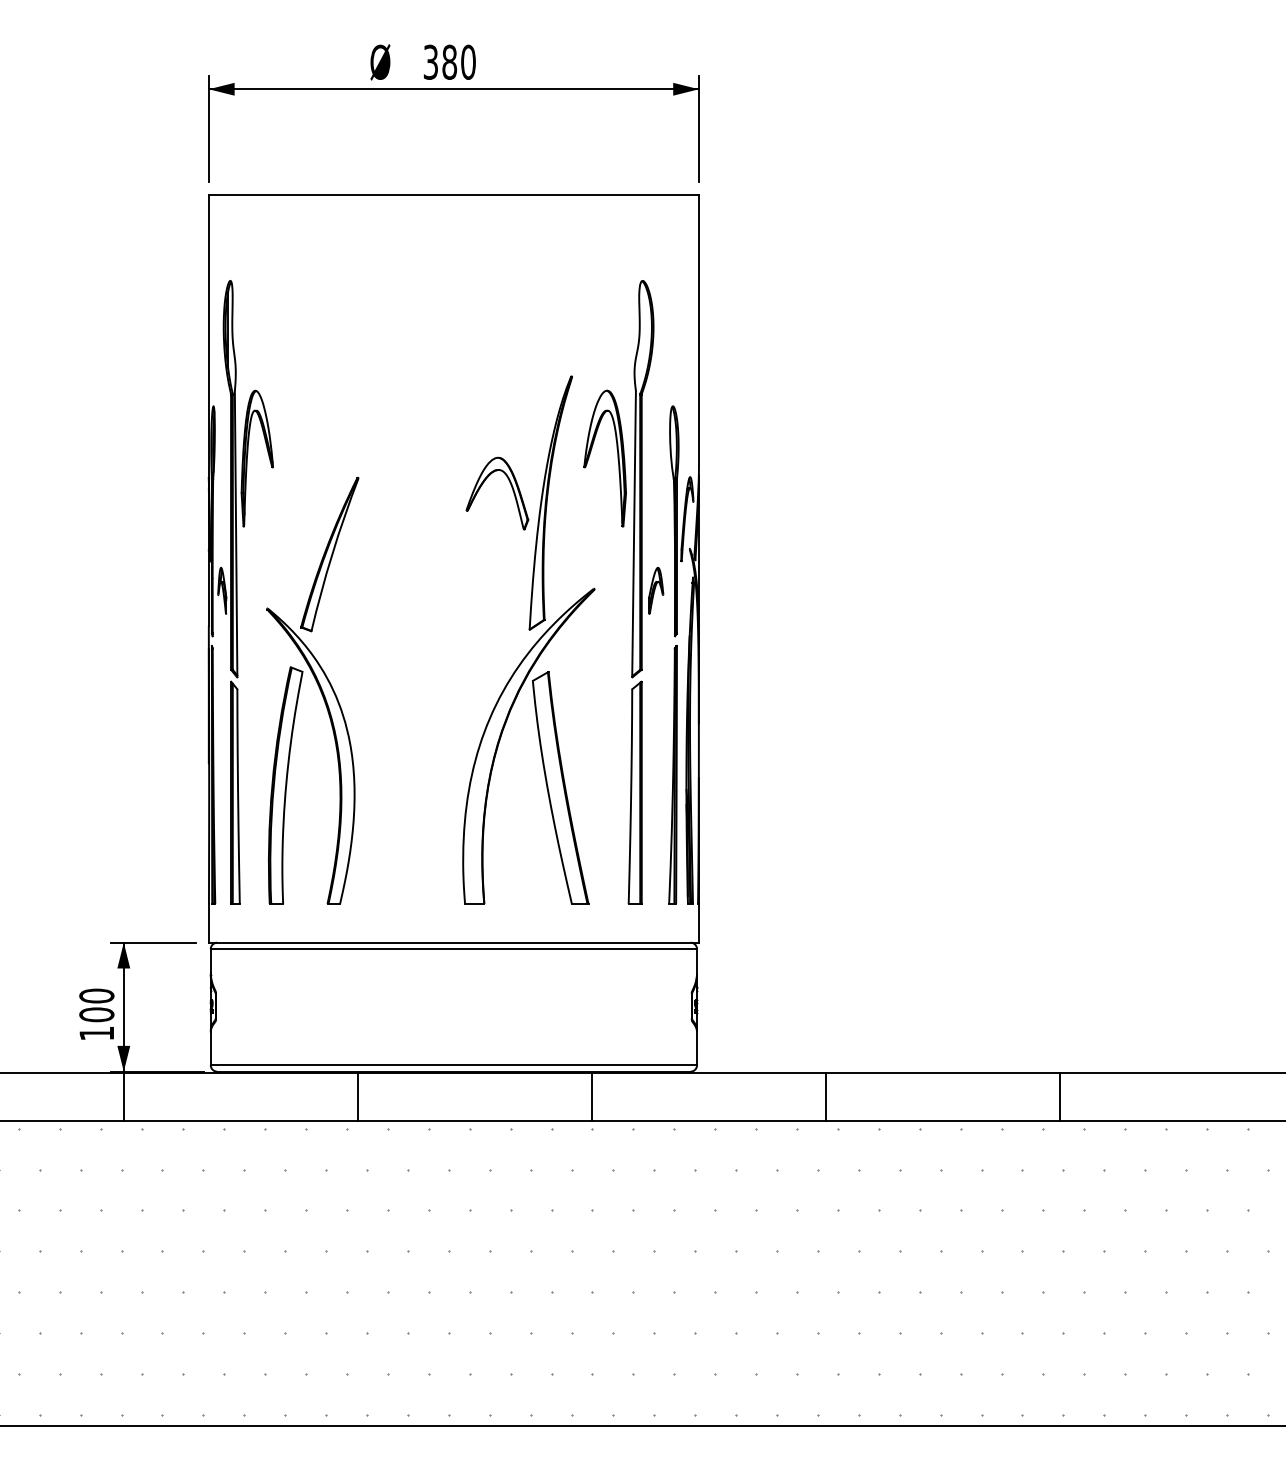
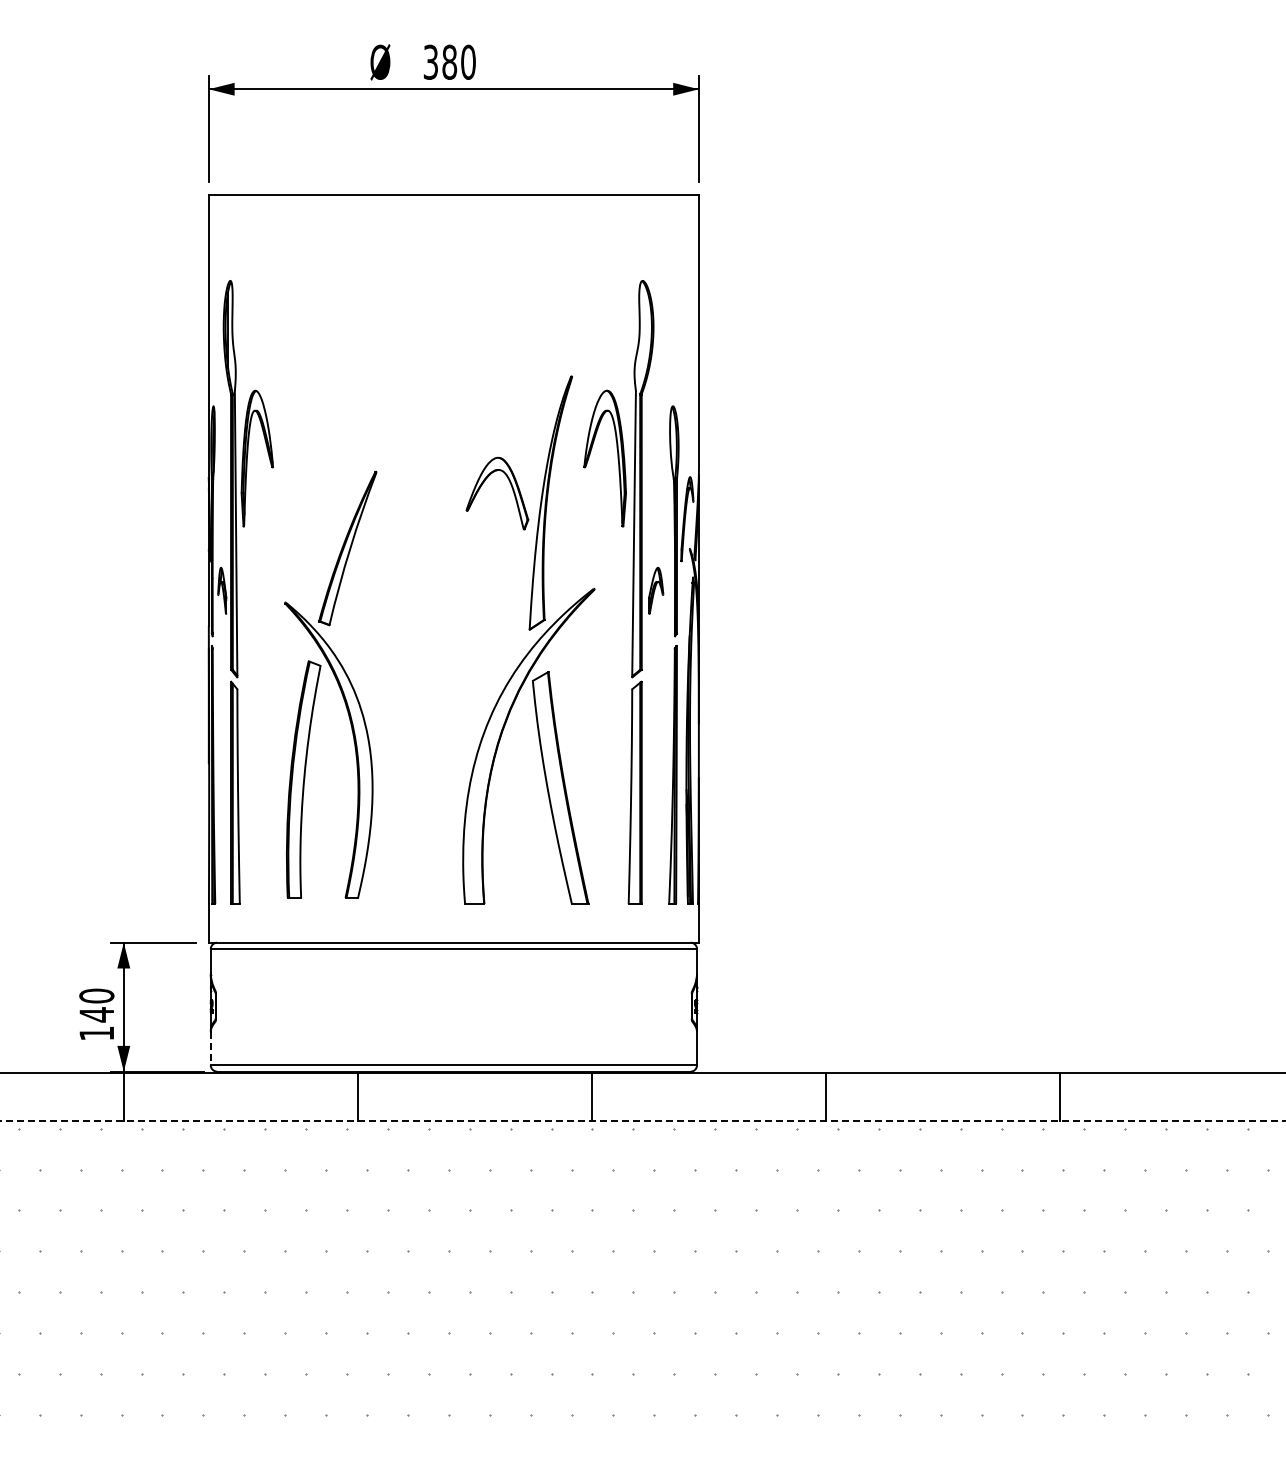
part at (318, 687) position: (318, 687) -> (336, 681)
text at (96, 1014): 100 -> 140
line at (210, 1048): solid -> dashed
line at (642, 1121): solid -> dashed
line at (642, 1426): present -> none
